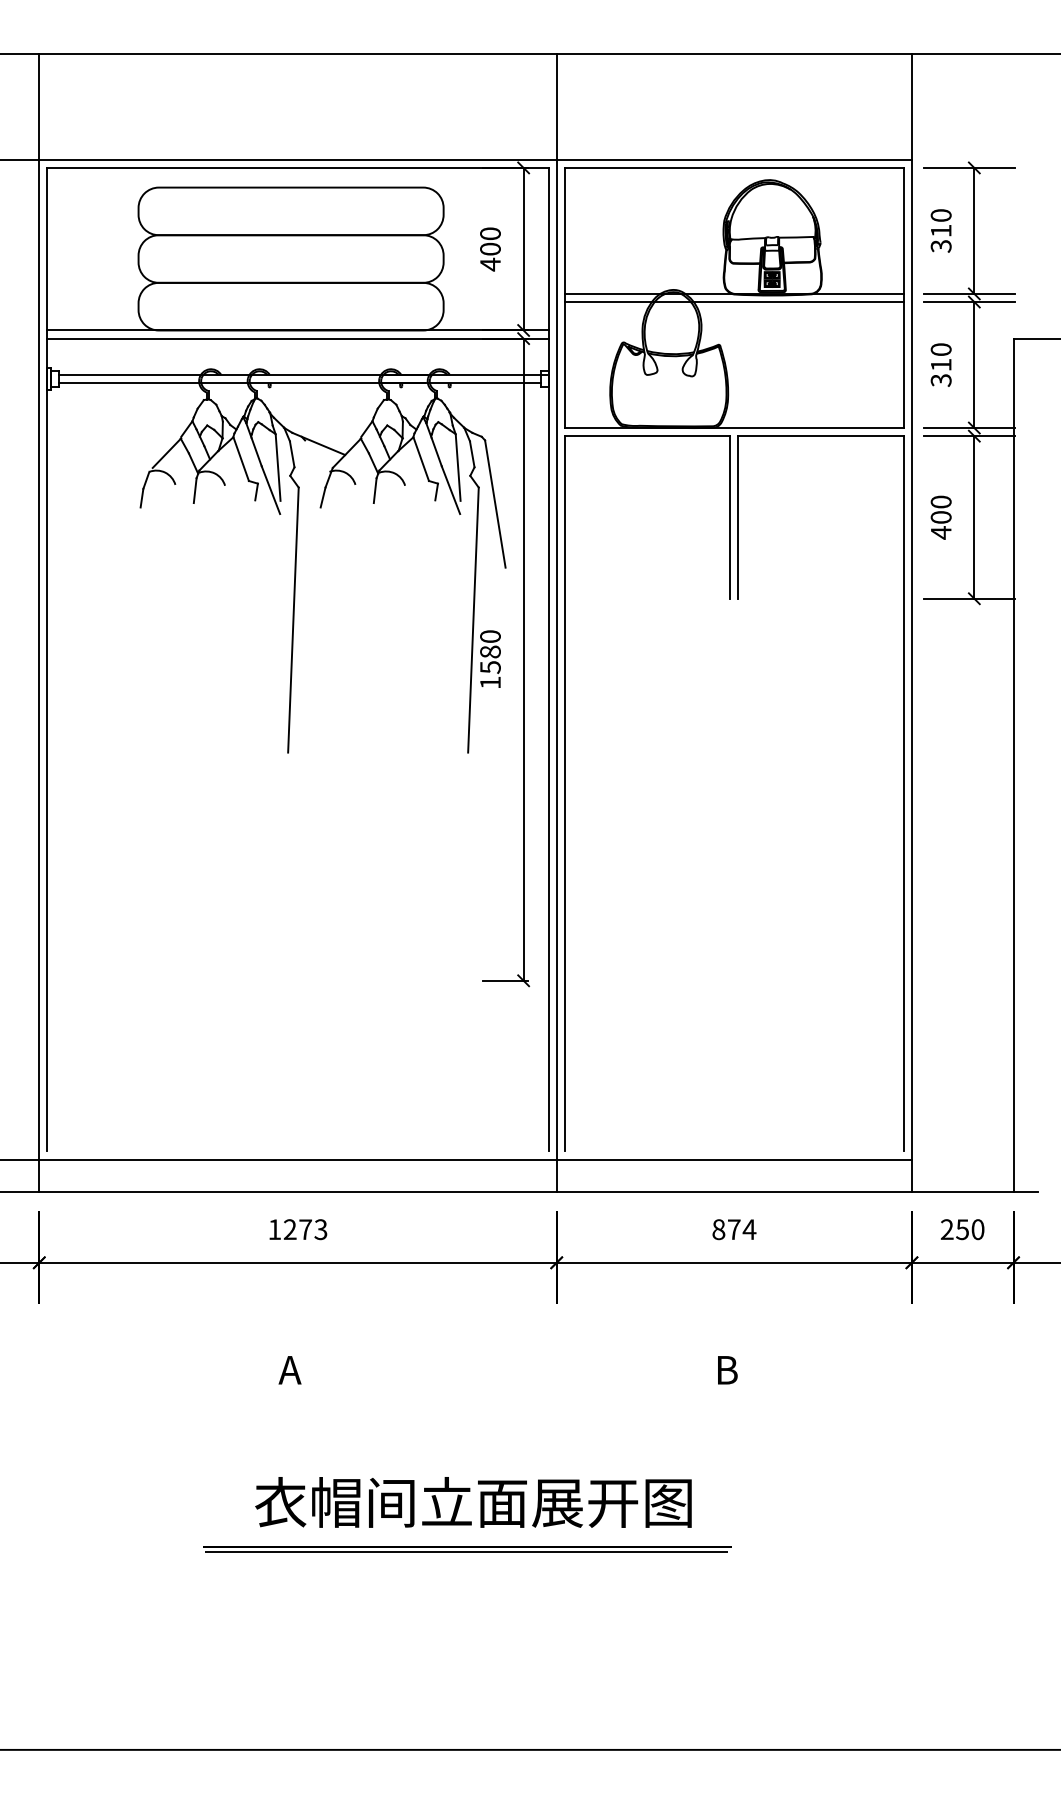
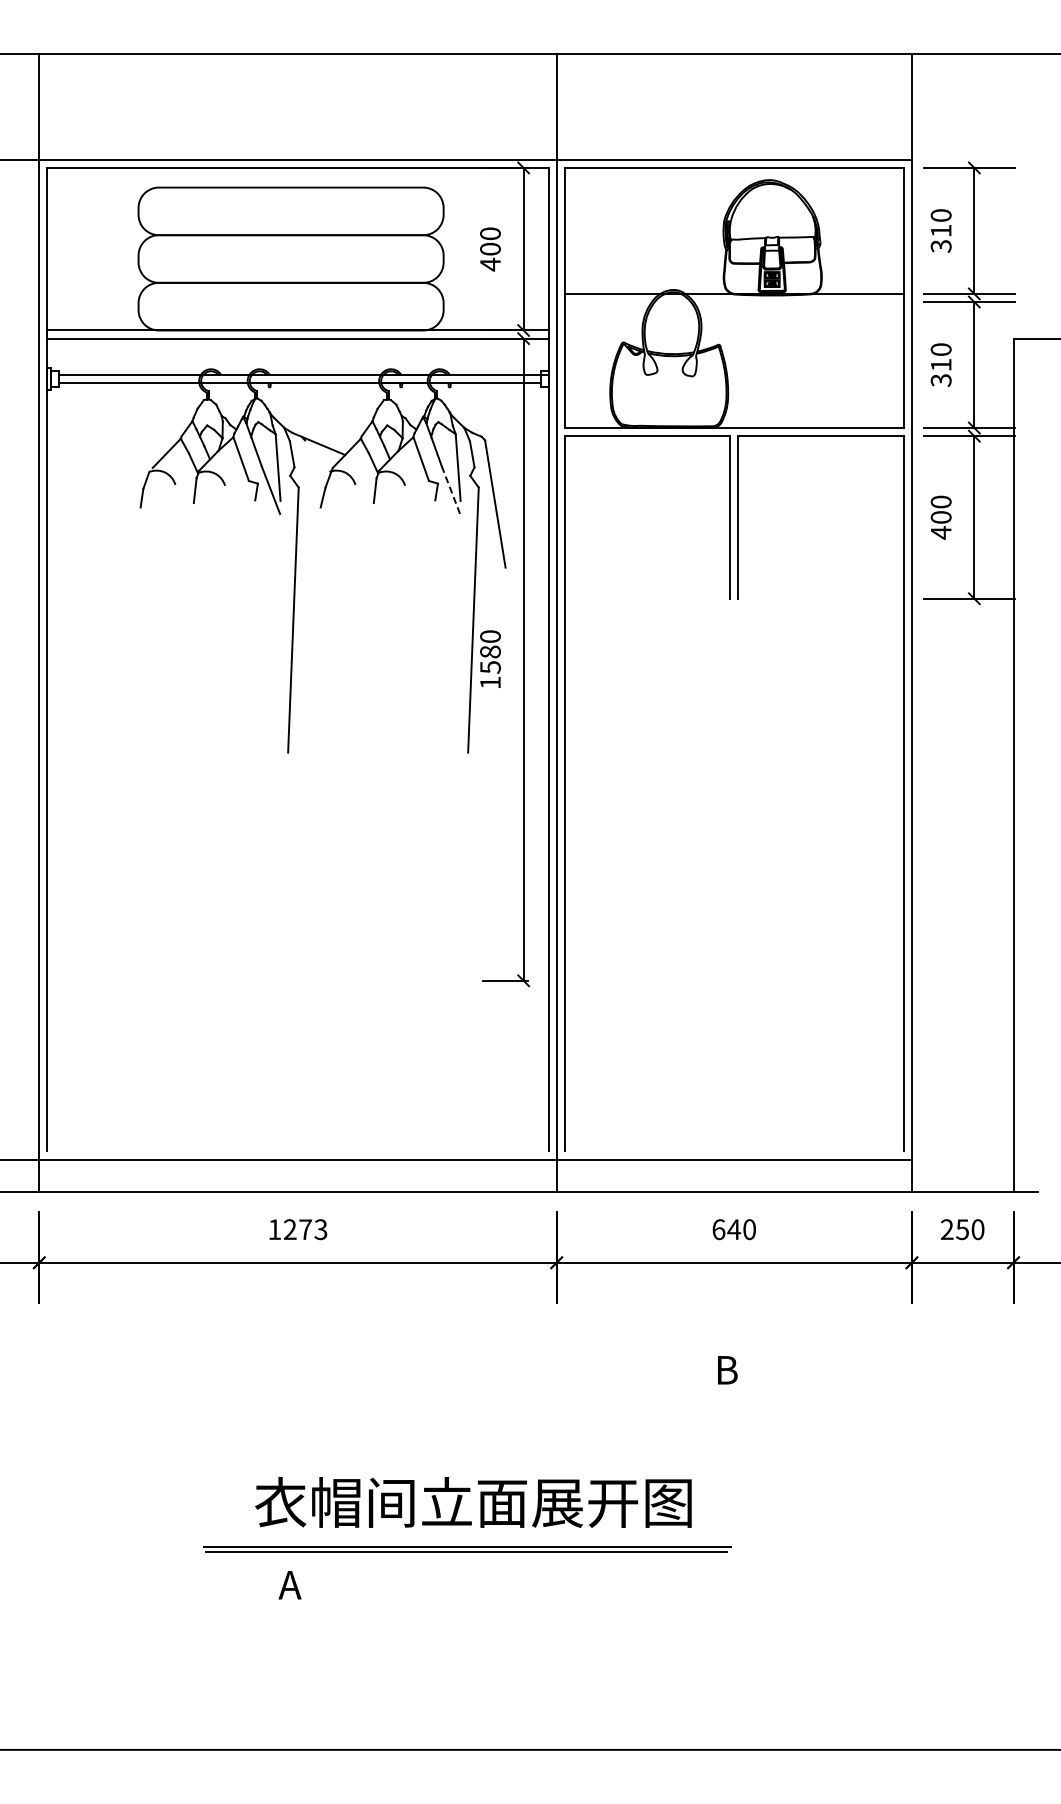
line at (733, 302): present -> none
line at (450, 490): solid -> dashed
text at (734, 1229): 874 -> 640
text at (289, 1370) position: (289, 1370) -> (289, 1585)
